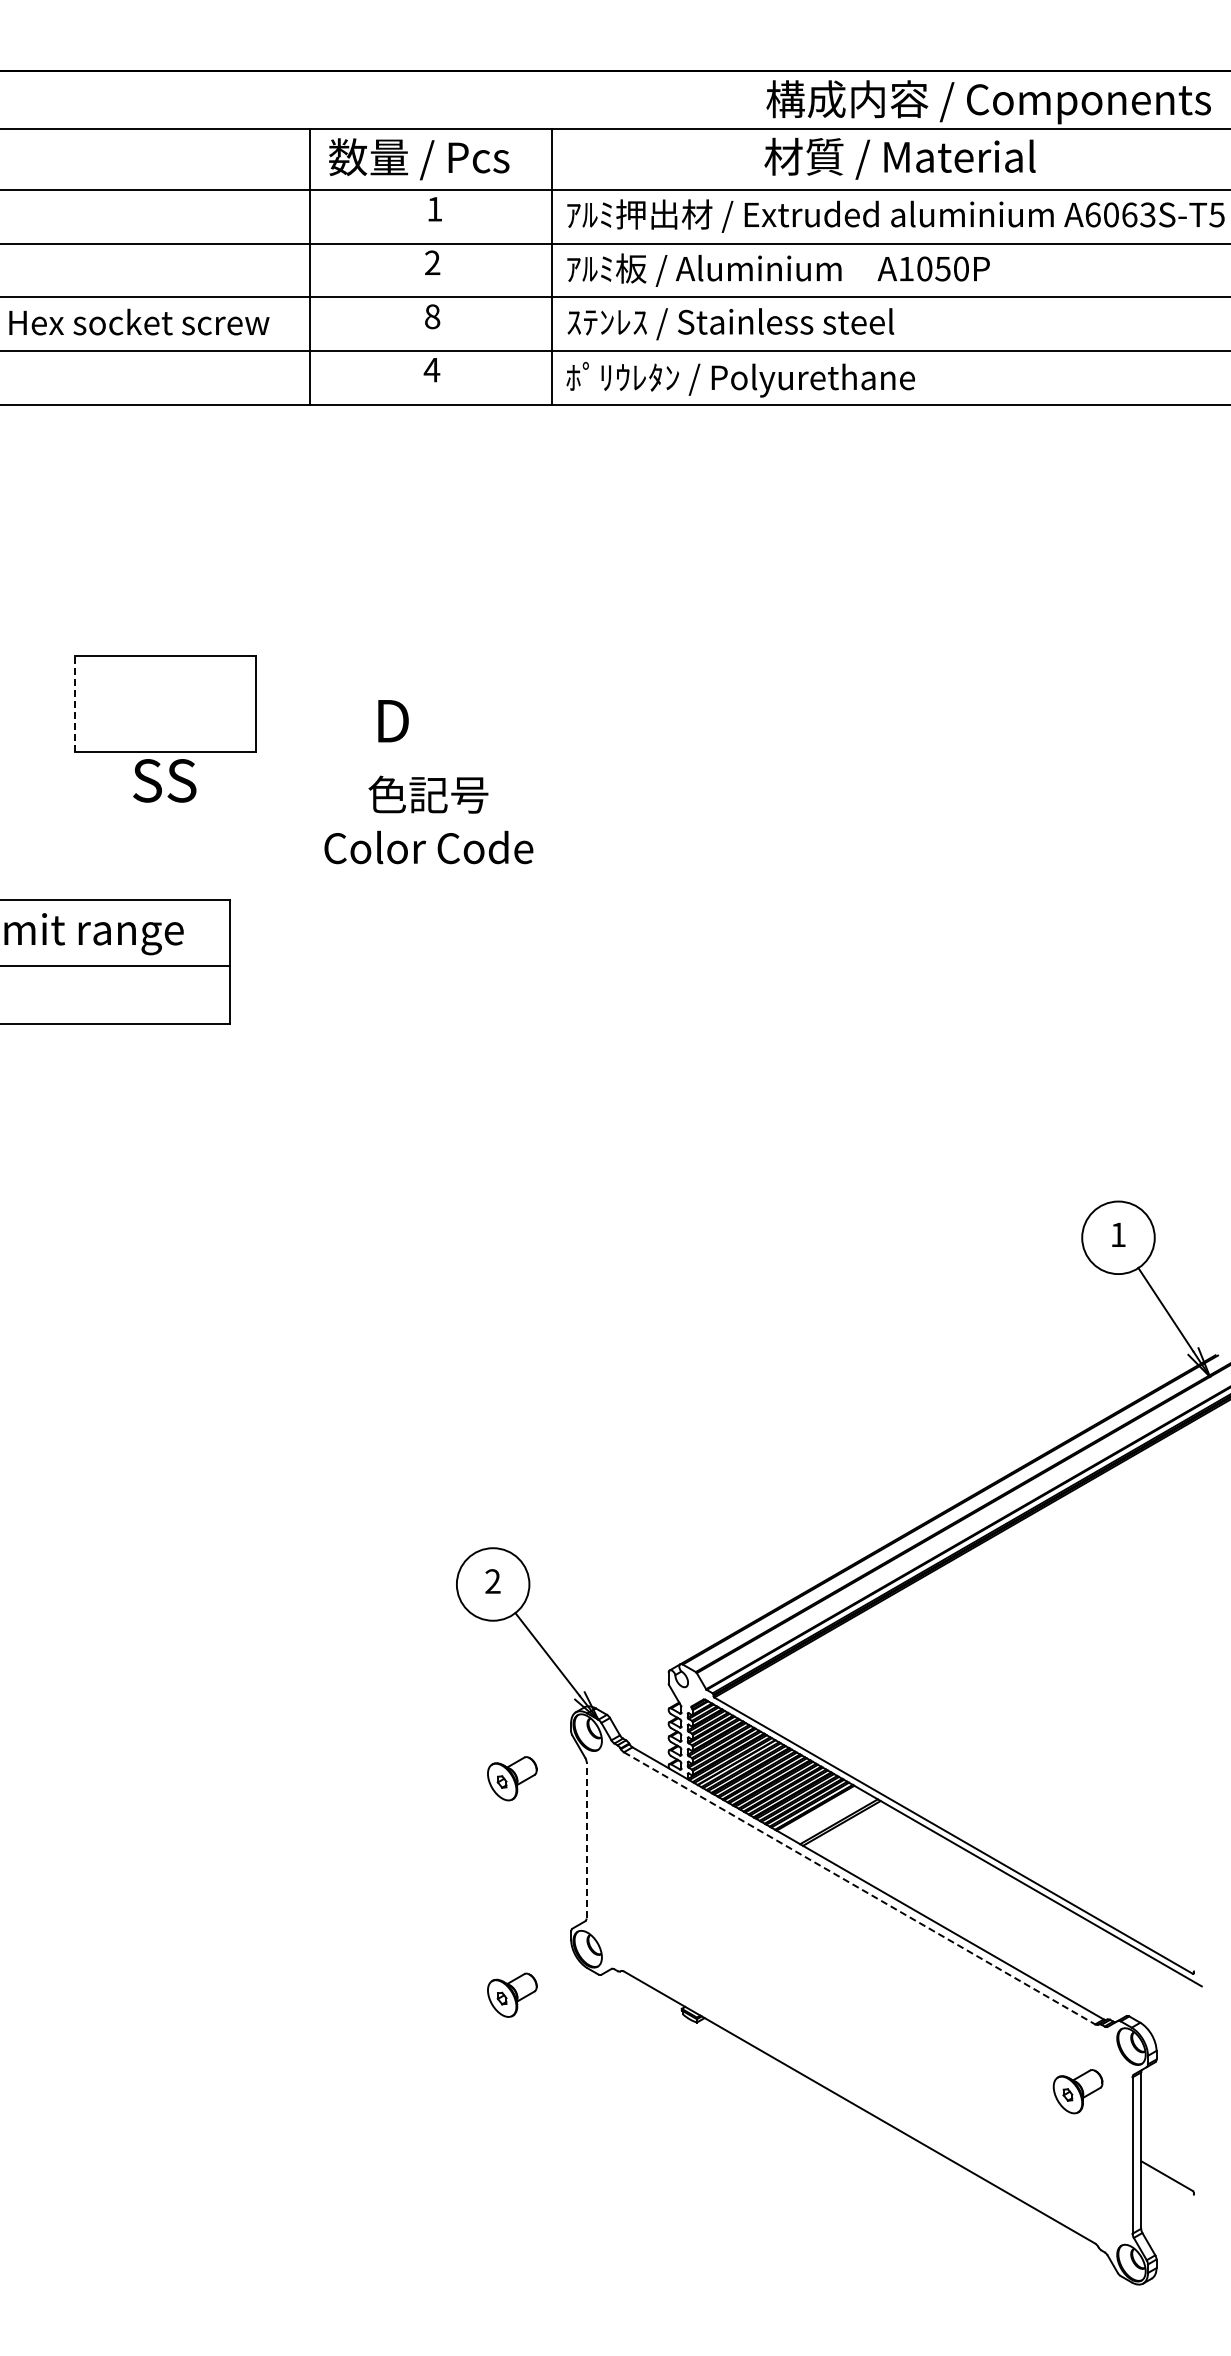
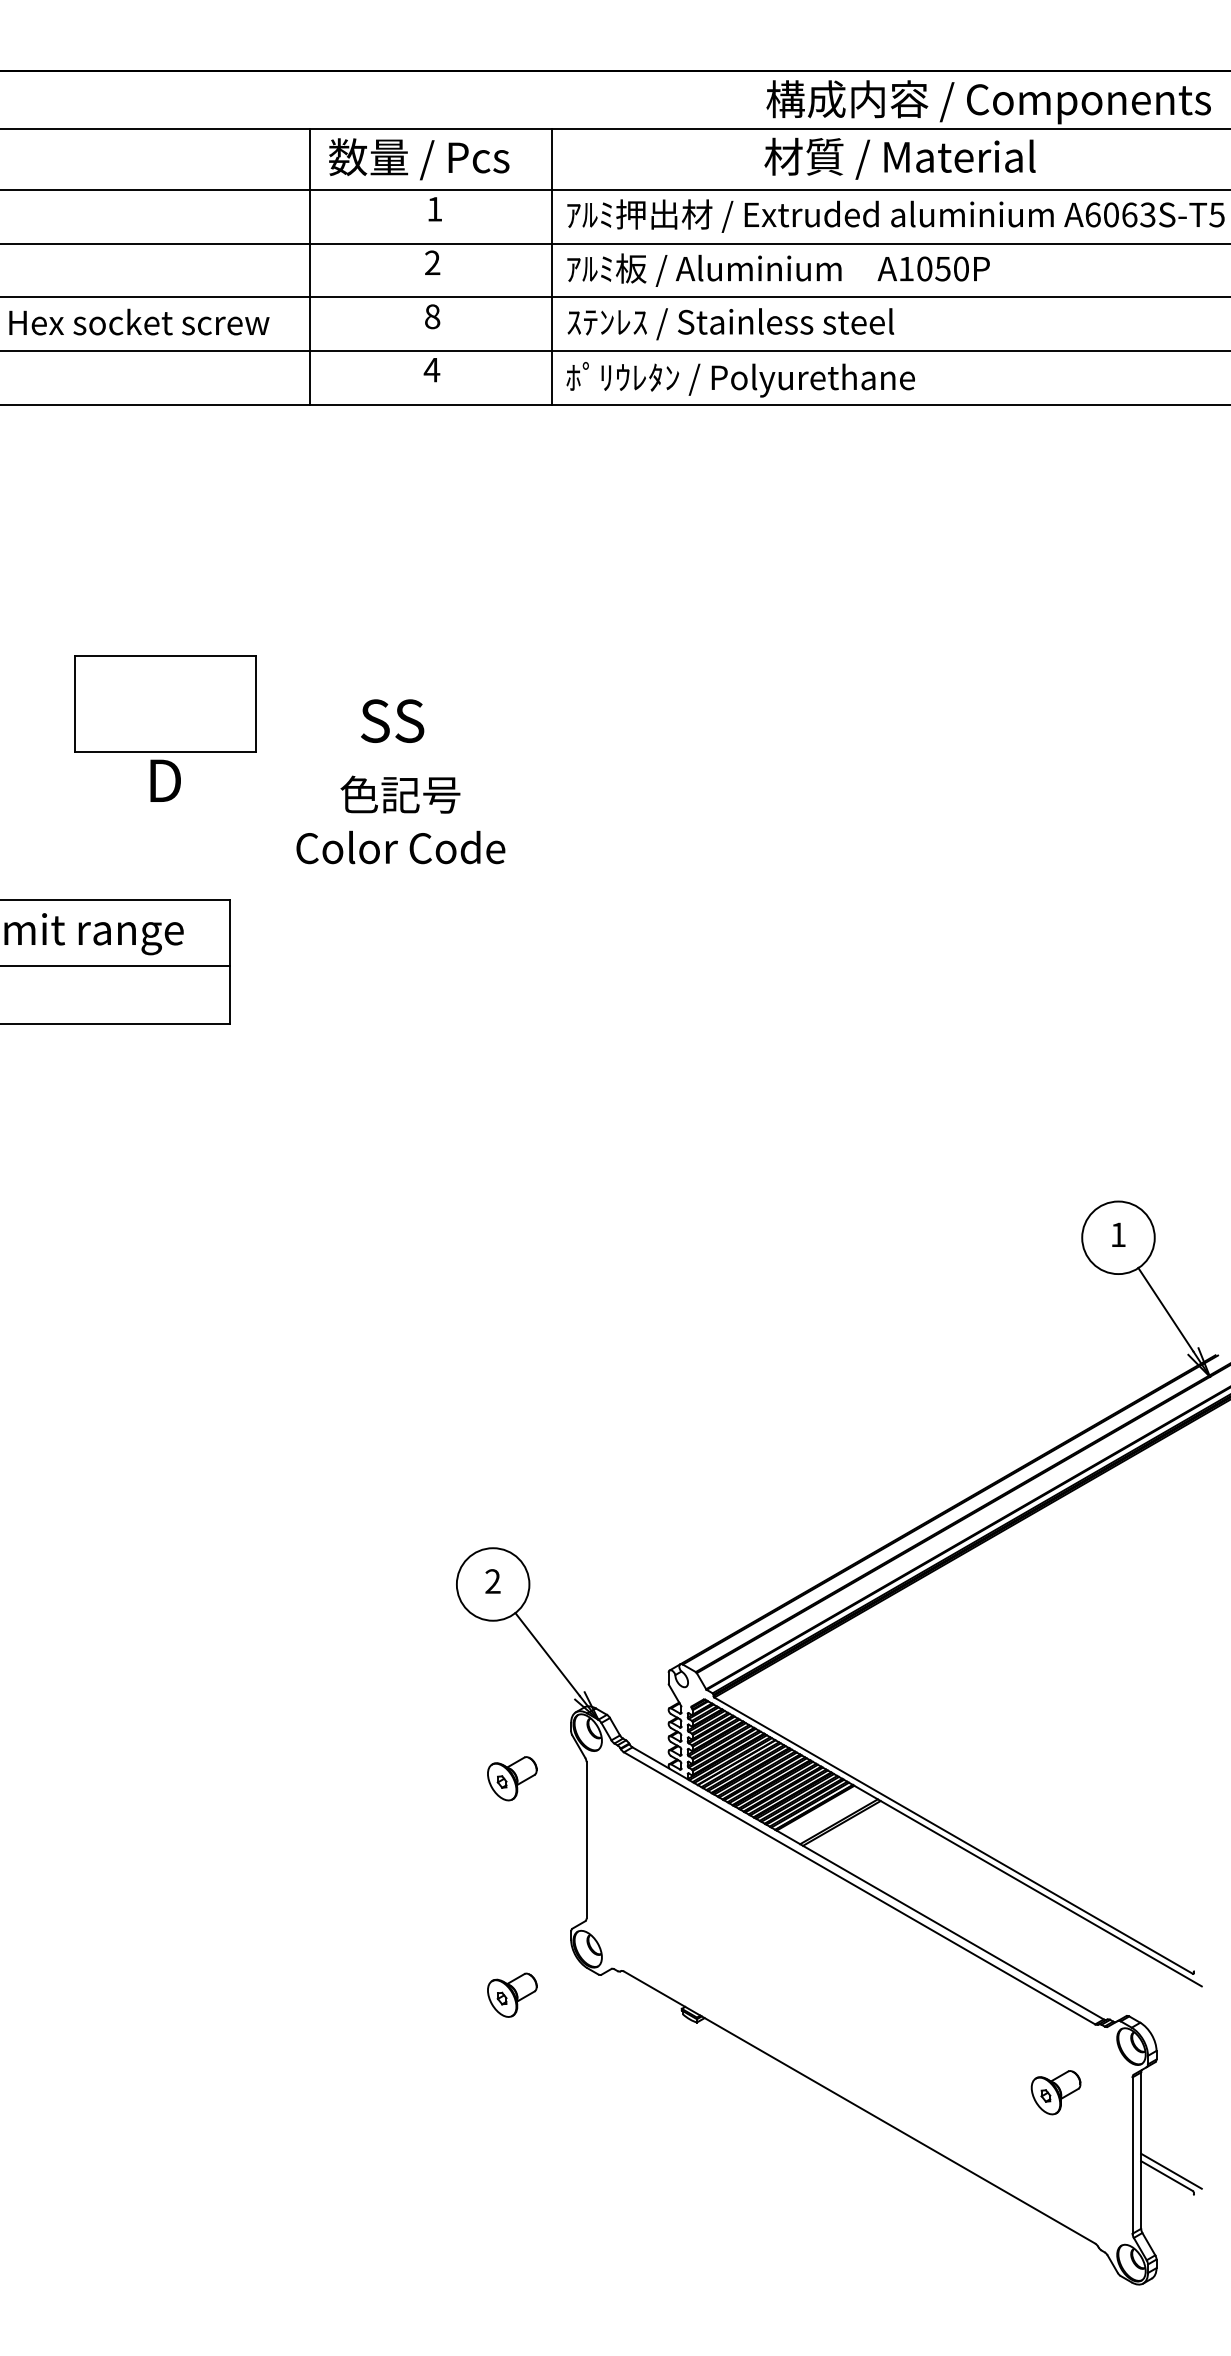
line at (74, 703): dashed -> solid
text at (392, 721): D -> SS
text at (164, 780): SS -> D
text at (428, 819) position: (428, 819) -> (400, 819)
line at (586, 1839): dashed -> solid
line at (860, 1888): dashed -> solid
part at (1077, 2091) position: (1077, 2091) -> (1055, 2092)
line at (1171, 2170): none -> present
